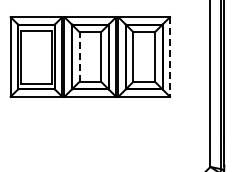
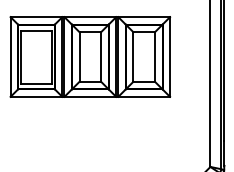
line at (79, 57): dashed -> solid
line at (170, 57): dashed -> solid
